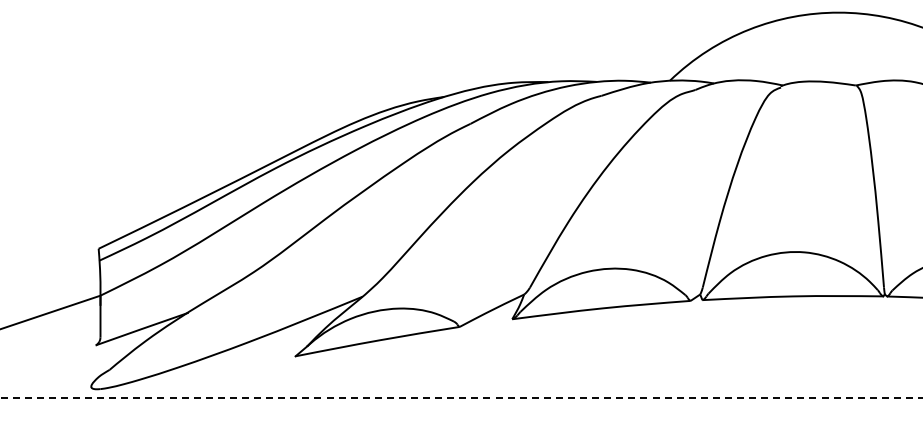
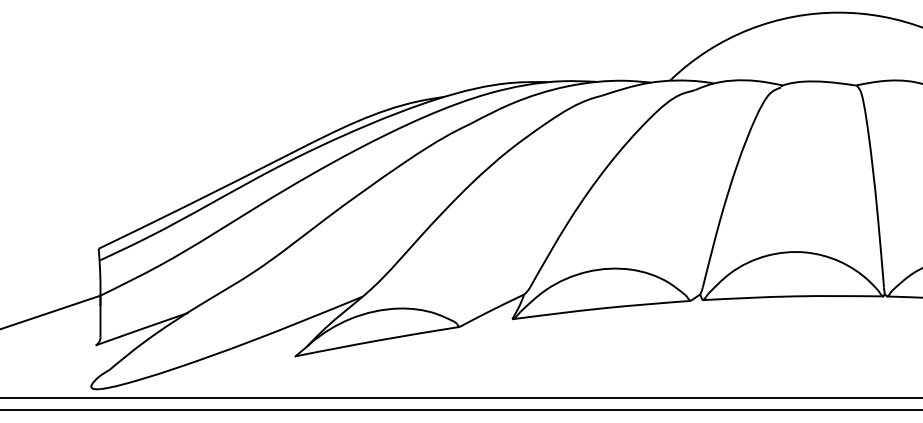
line at (461, 398): dashed -> solid
line at (460, 410): none -> present
